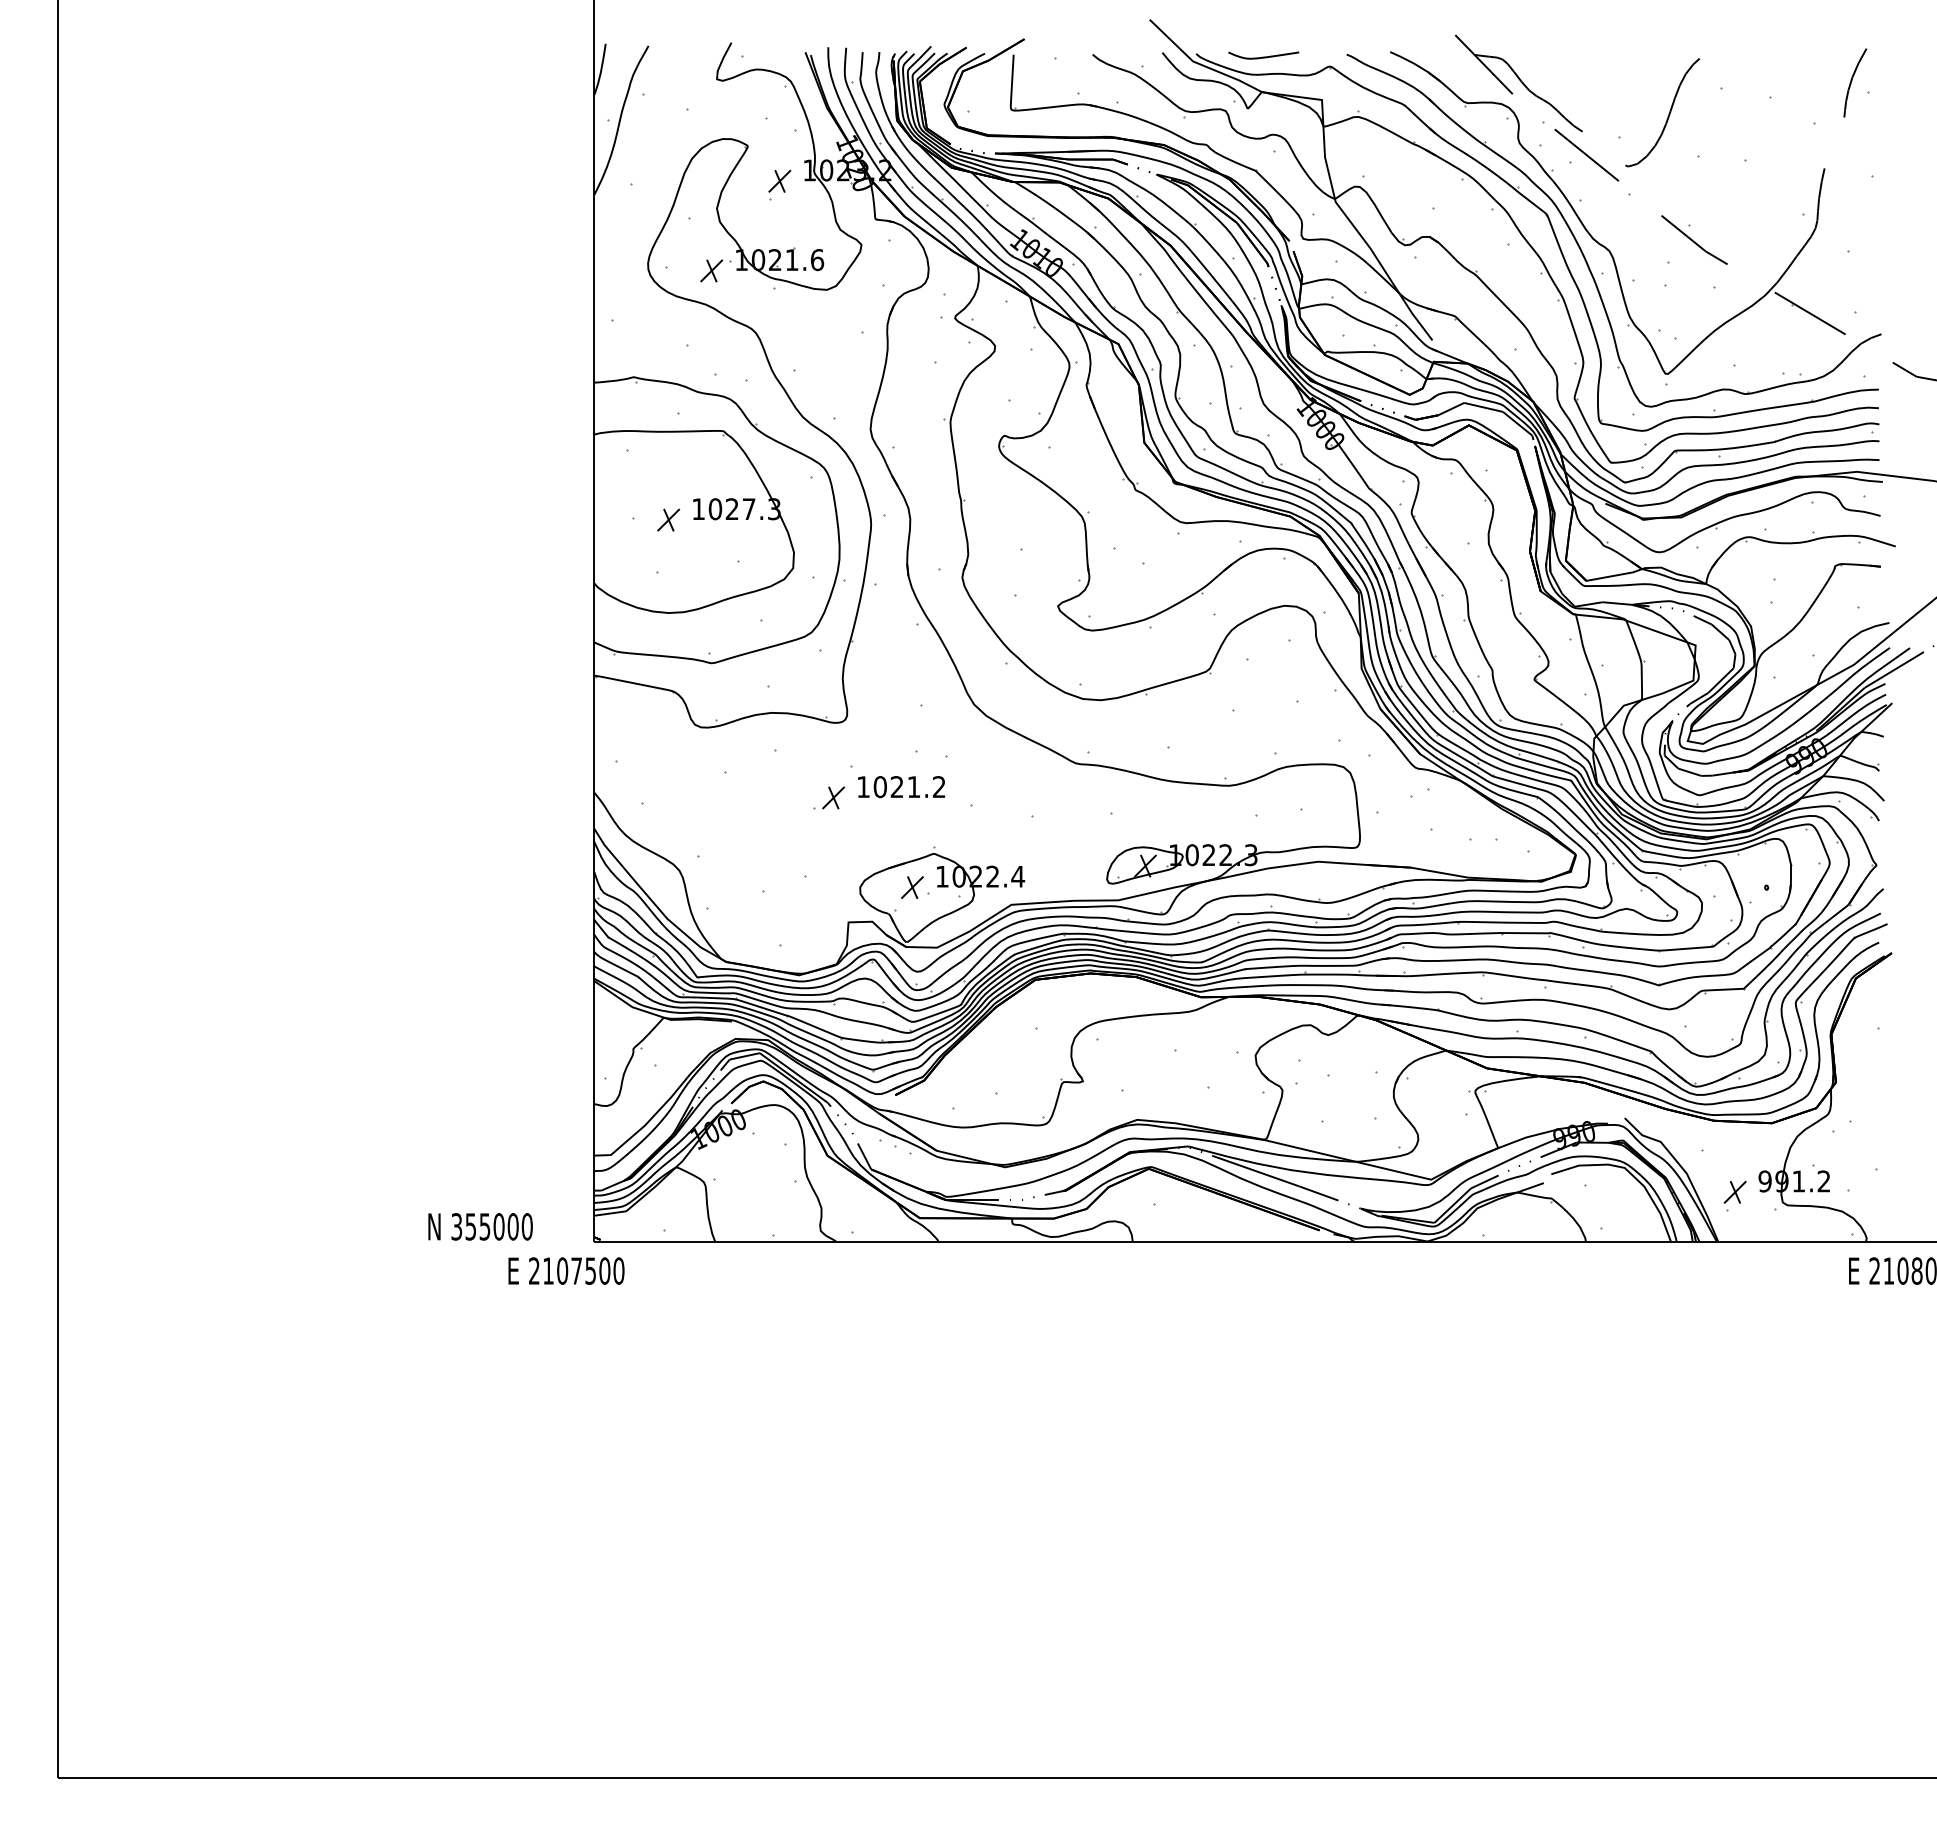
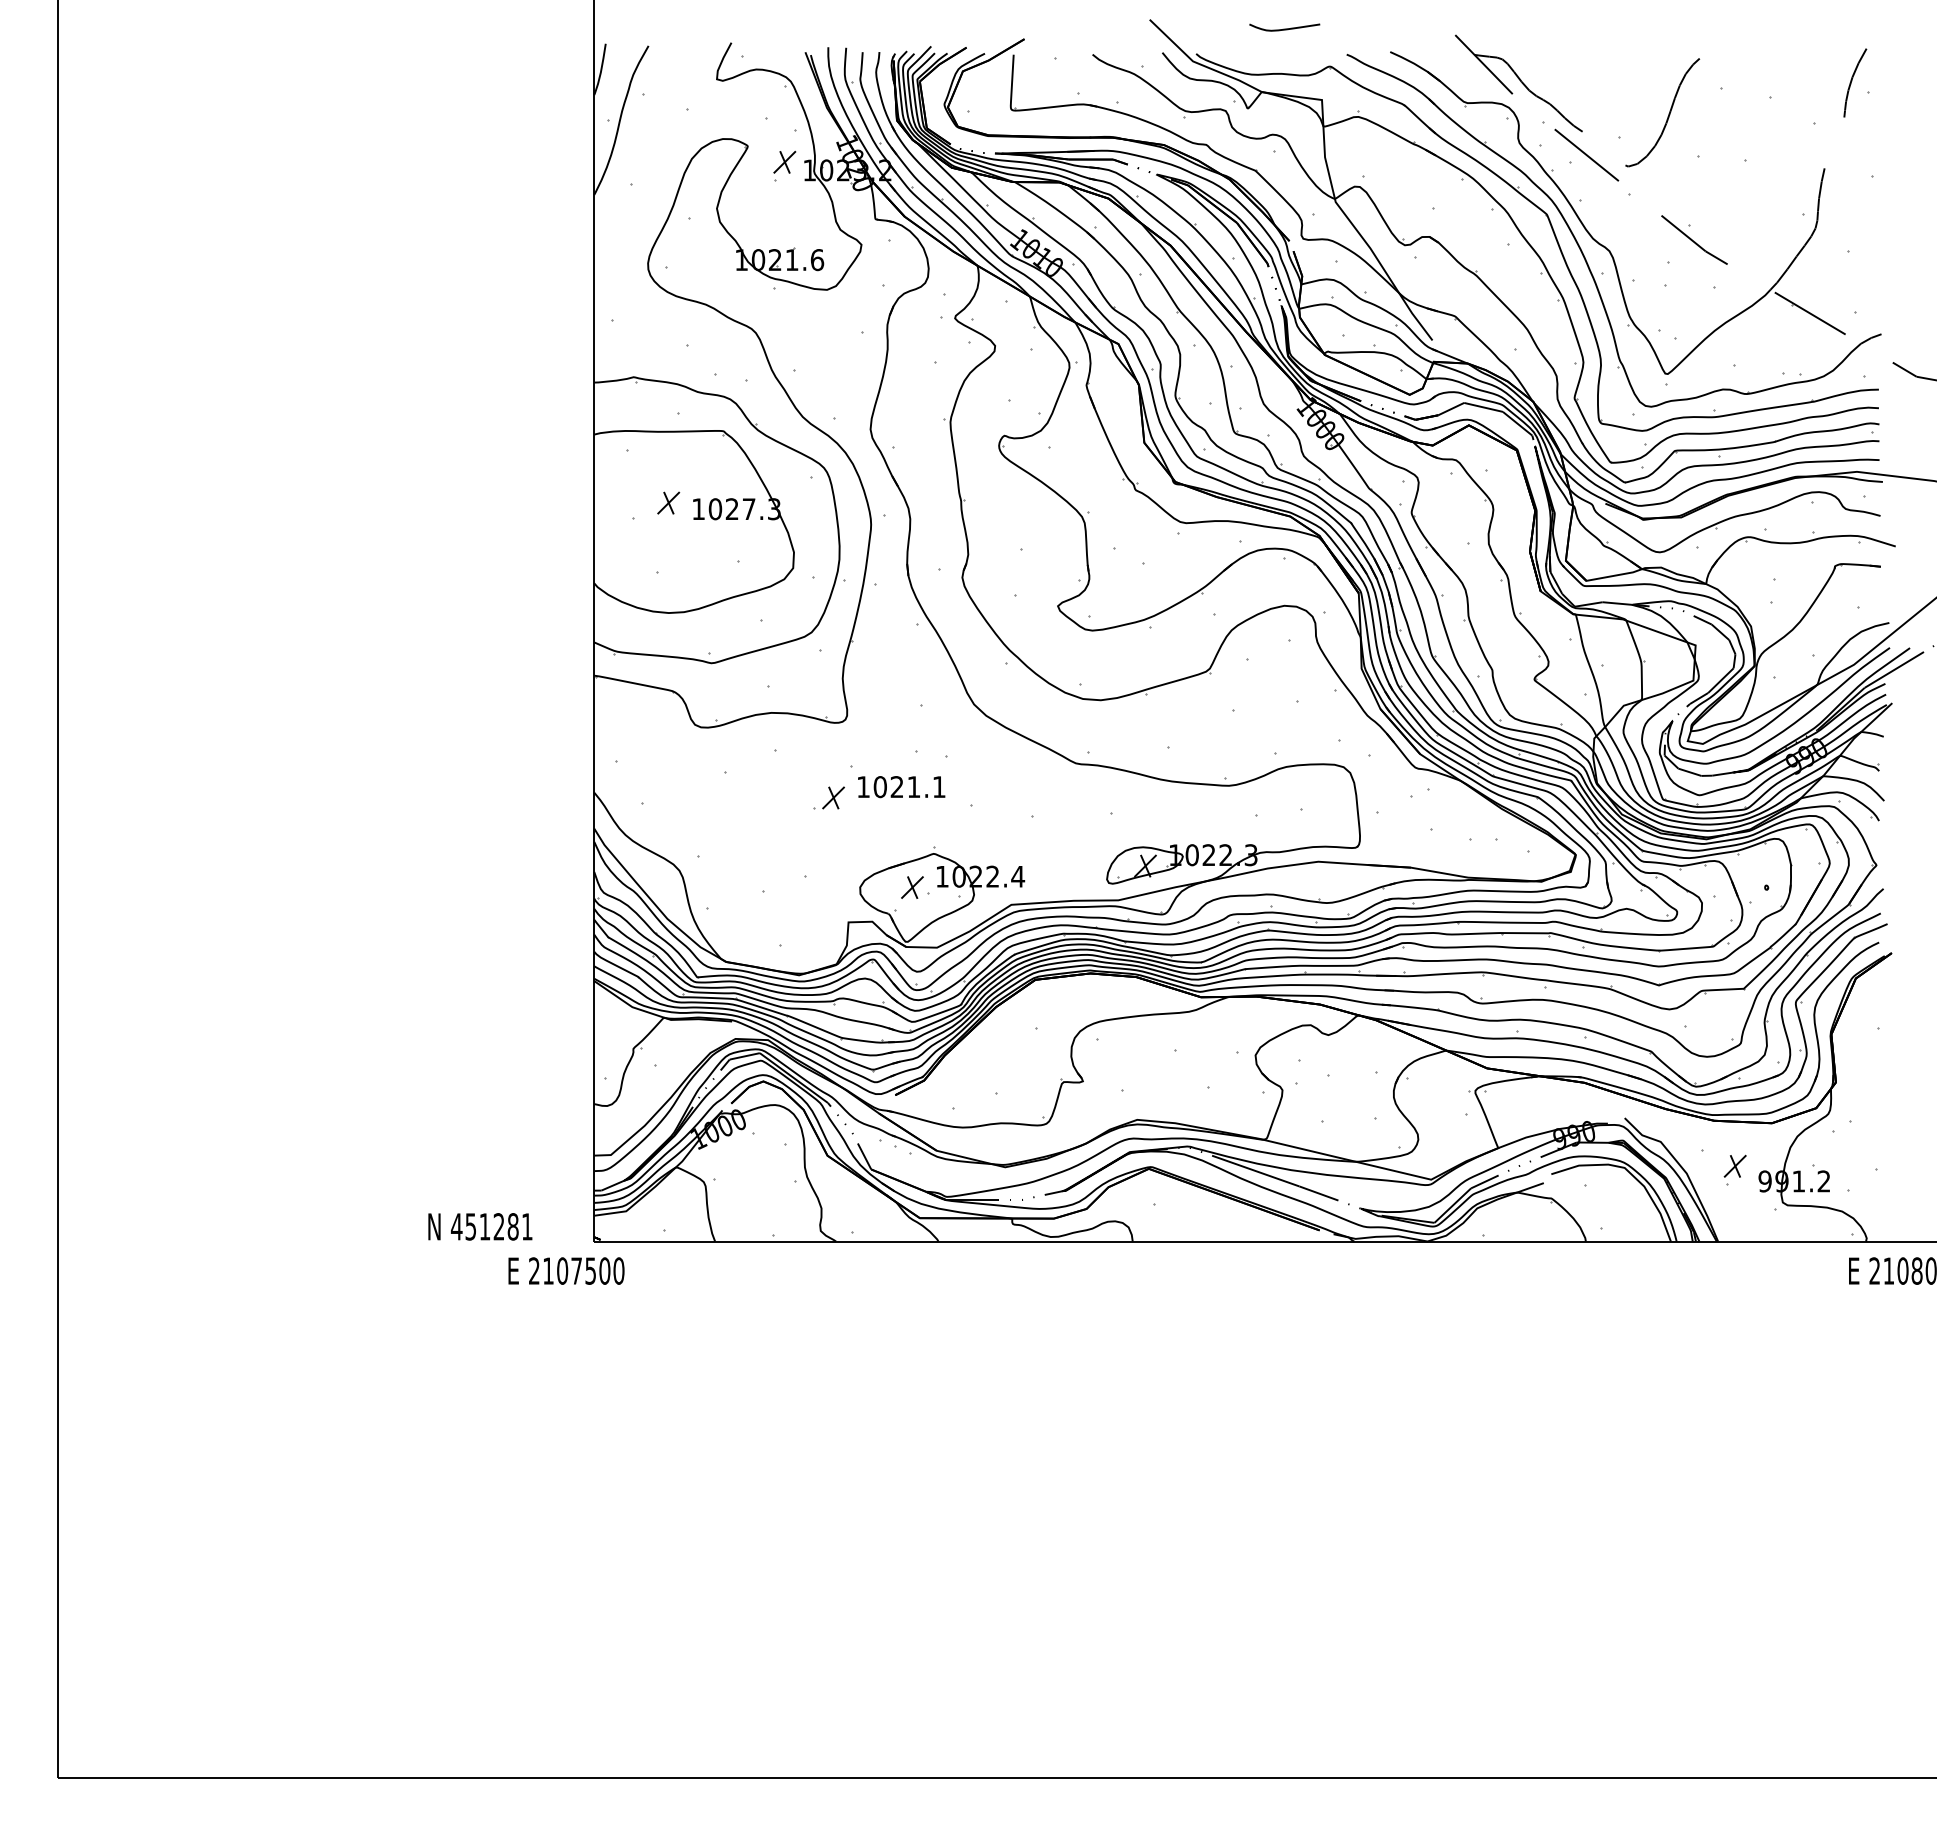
curve at (1263, 56) position: (1263, 56) -> (1284, 28)
part at (779, 184) position: (779, 184) -> (784, 165)
part at (715, 270): present -> none
part at (668, 519) position: (668, 519) -> (668, 502)
text at (938, 786): 1021.2 -> 1021.1
part at (1734, 1195) position: (1734, 1195) -> (1734, 1169)
text at (491, 1226): 355000 -> 451281
